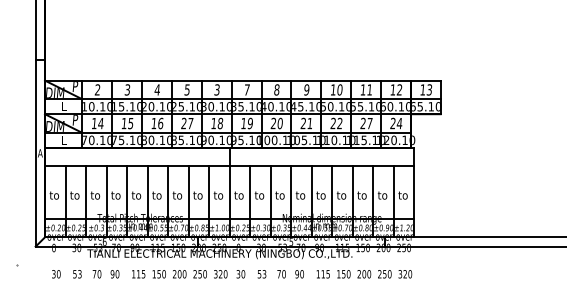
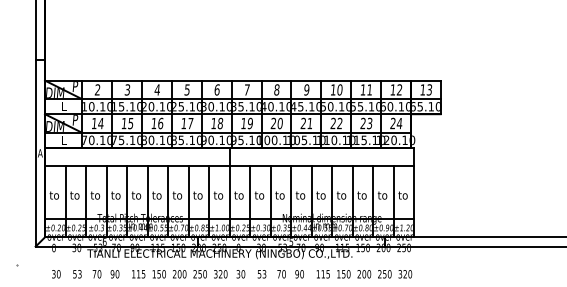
text at (216, 89): 3 -> 6
text at (183, 122): 27 -> 17
text at (369, 123): 27 -> 23
